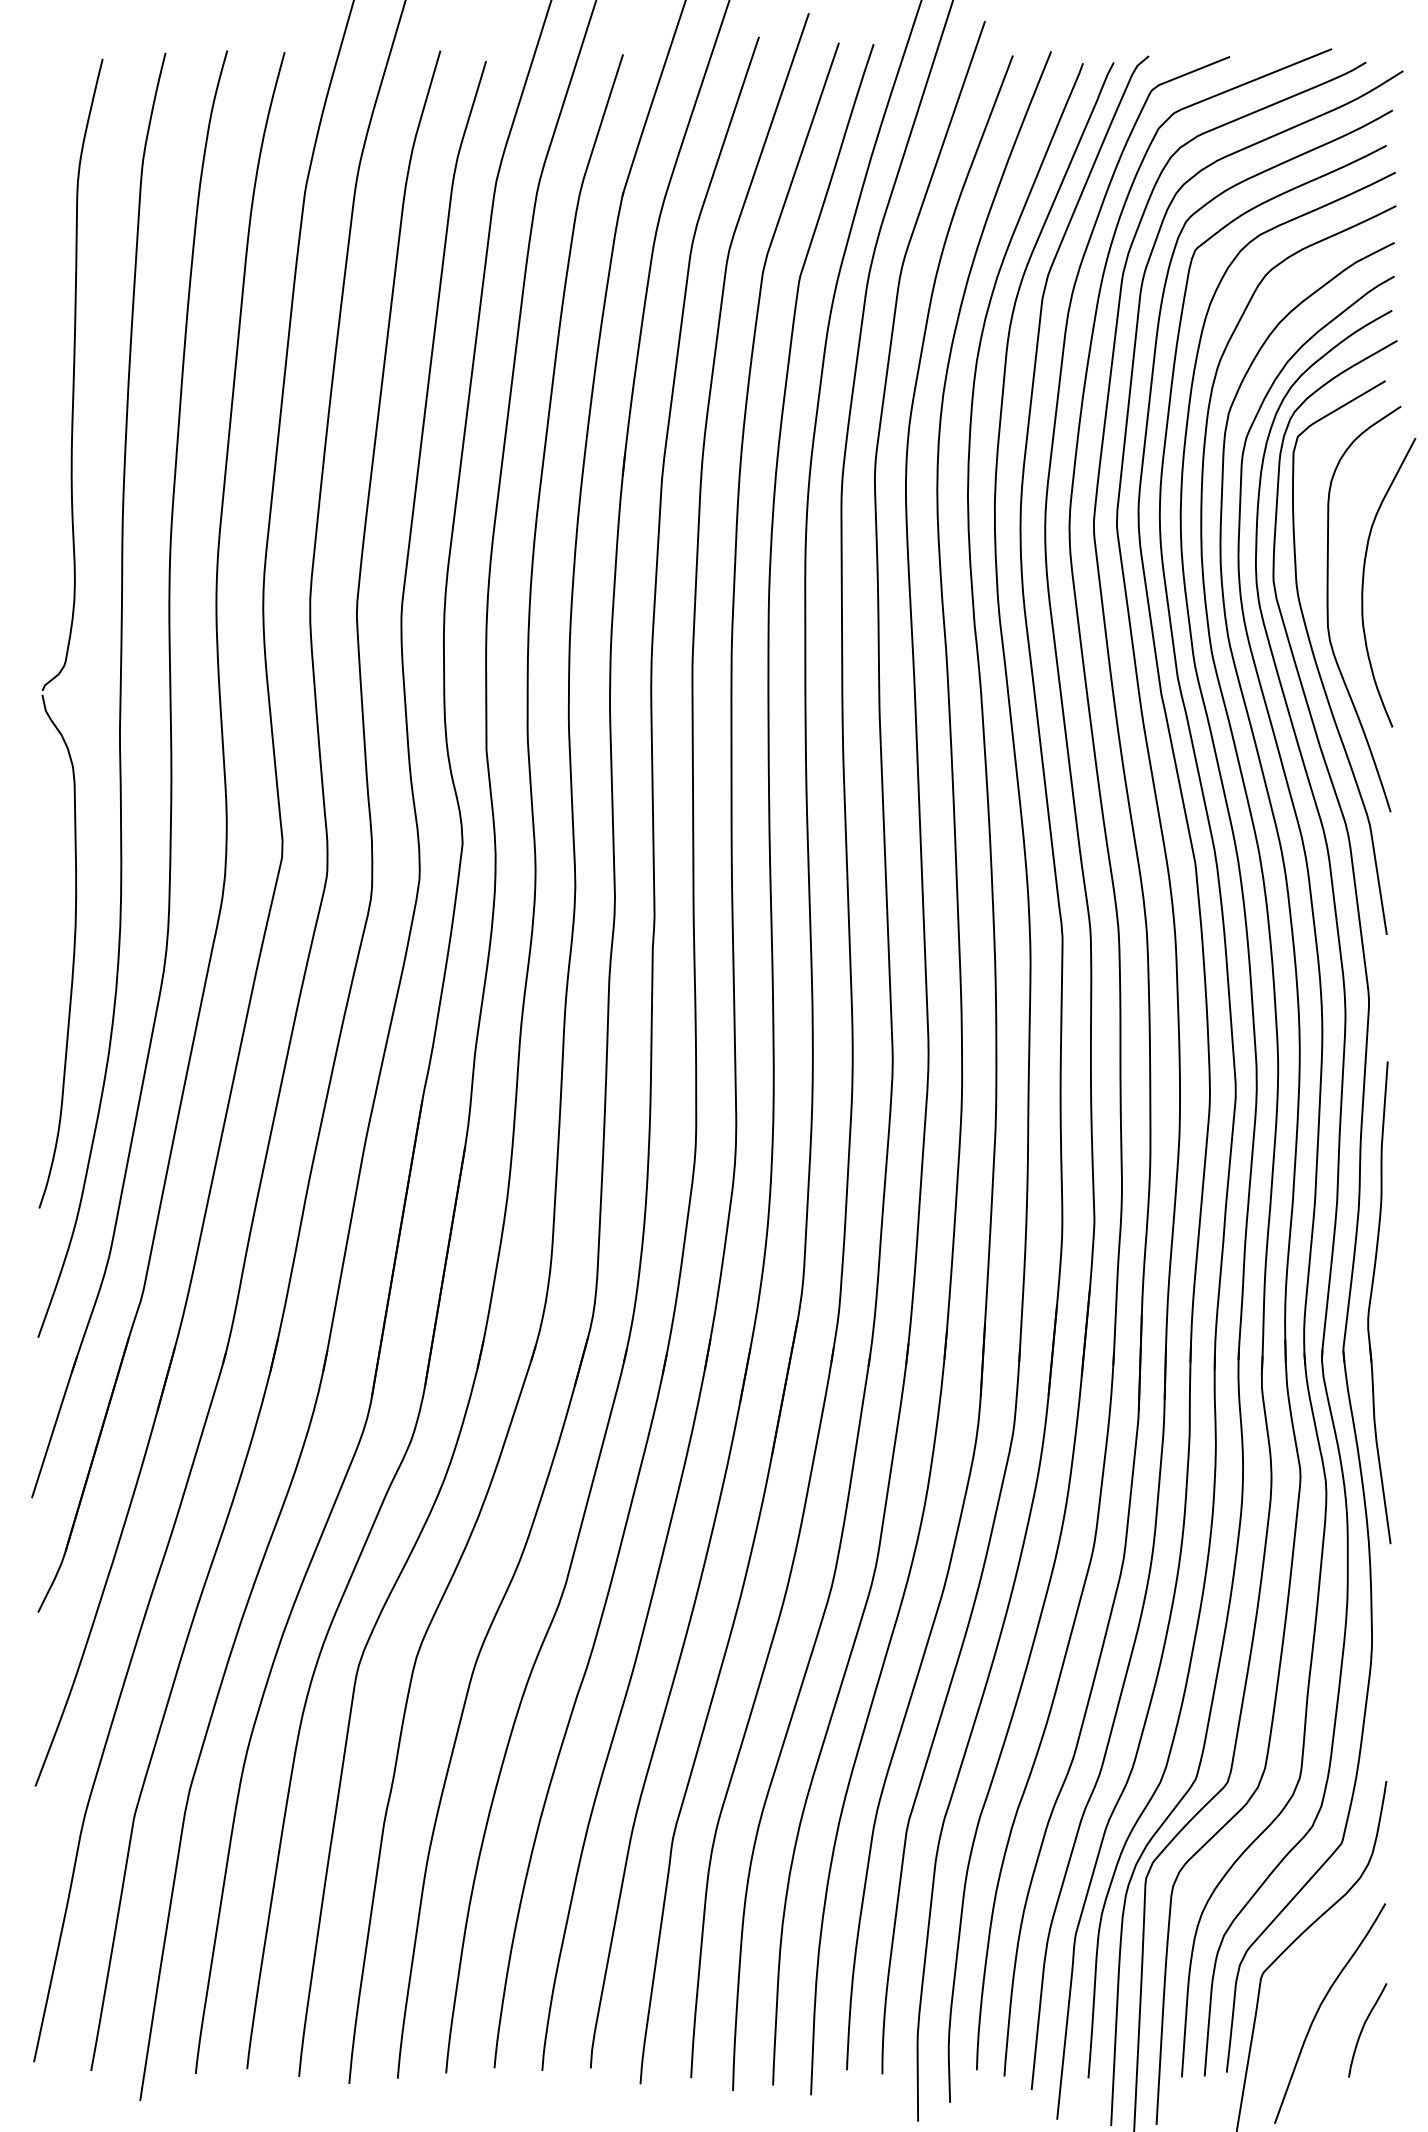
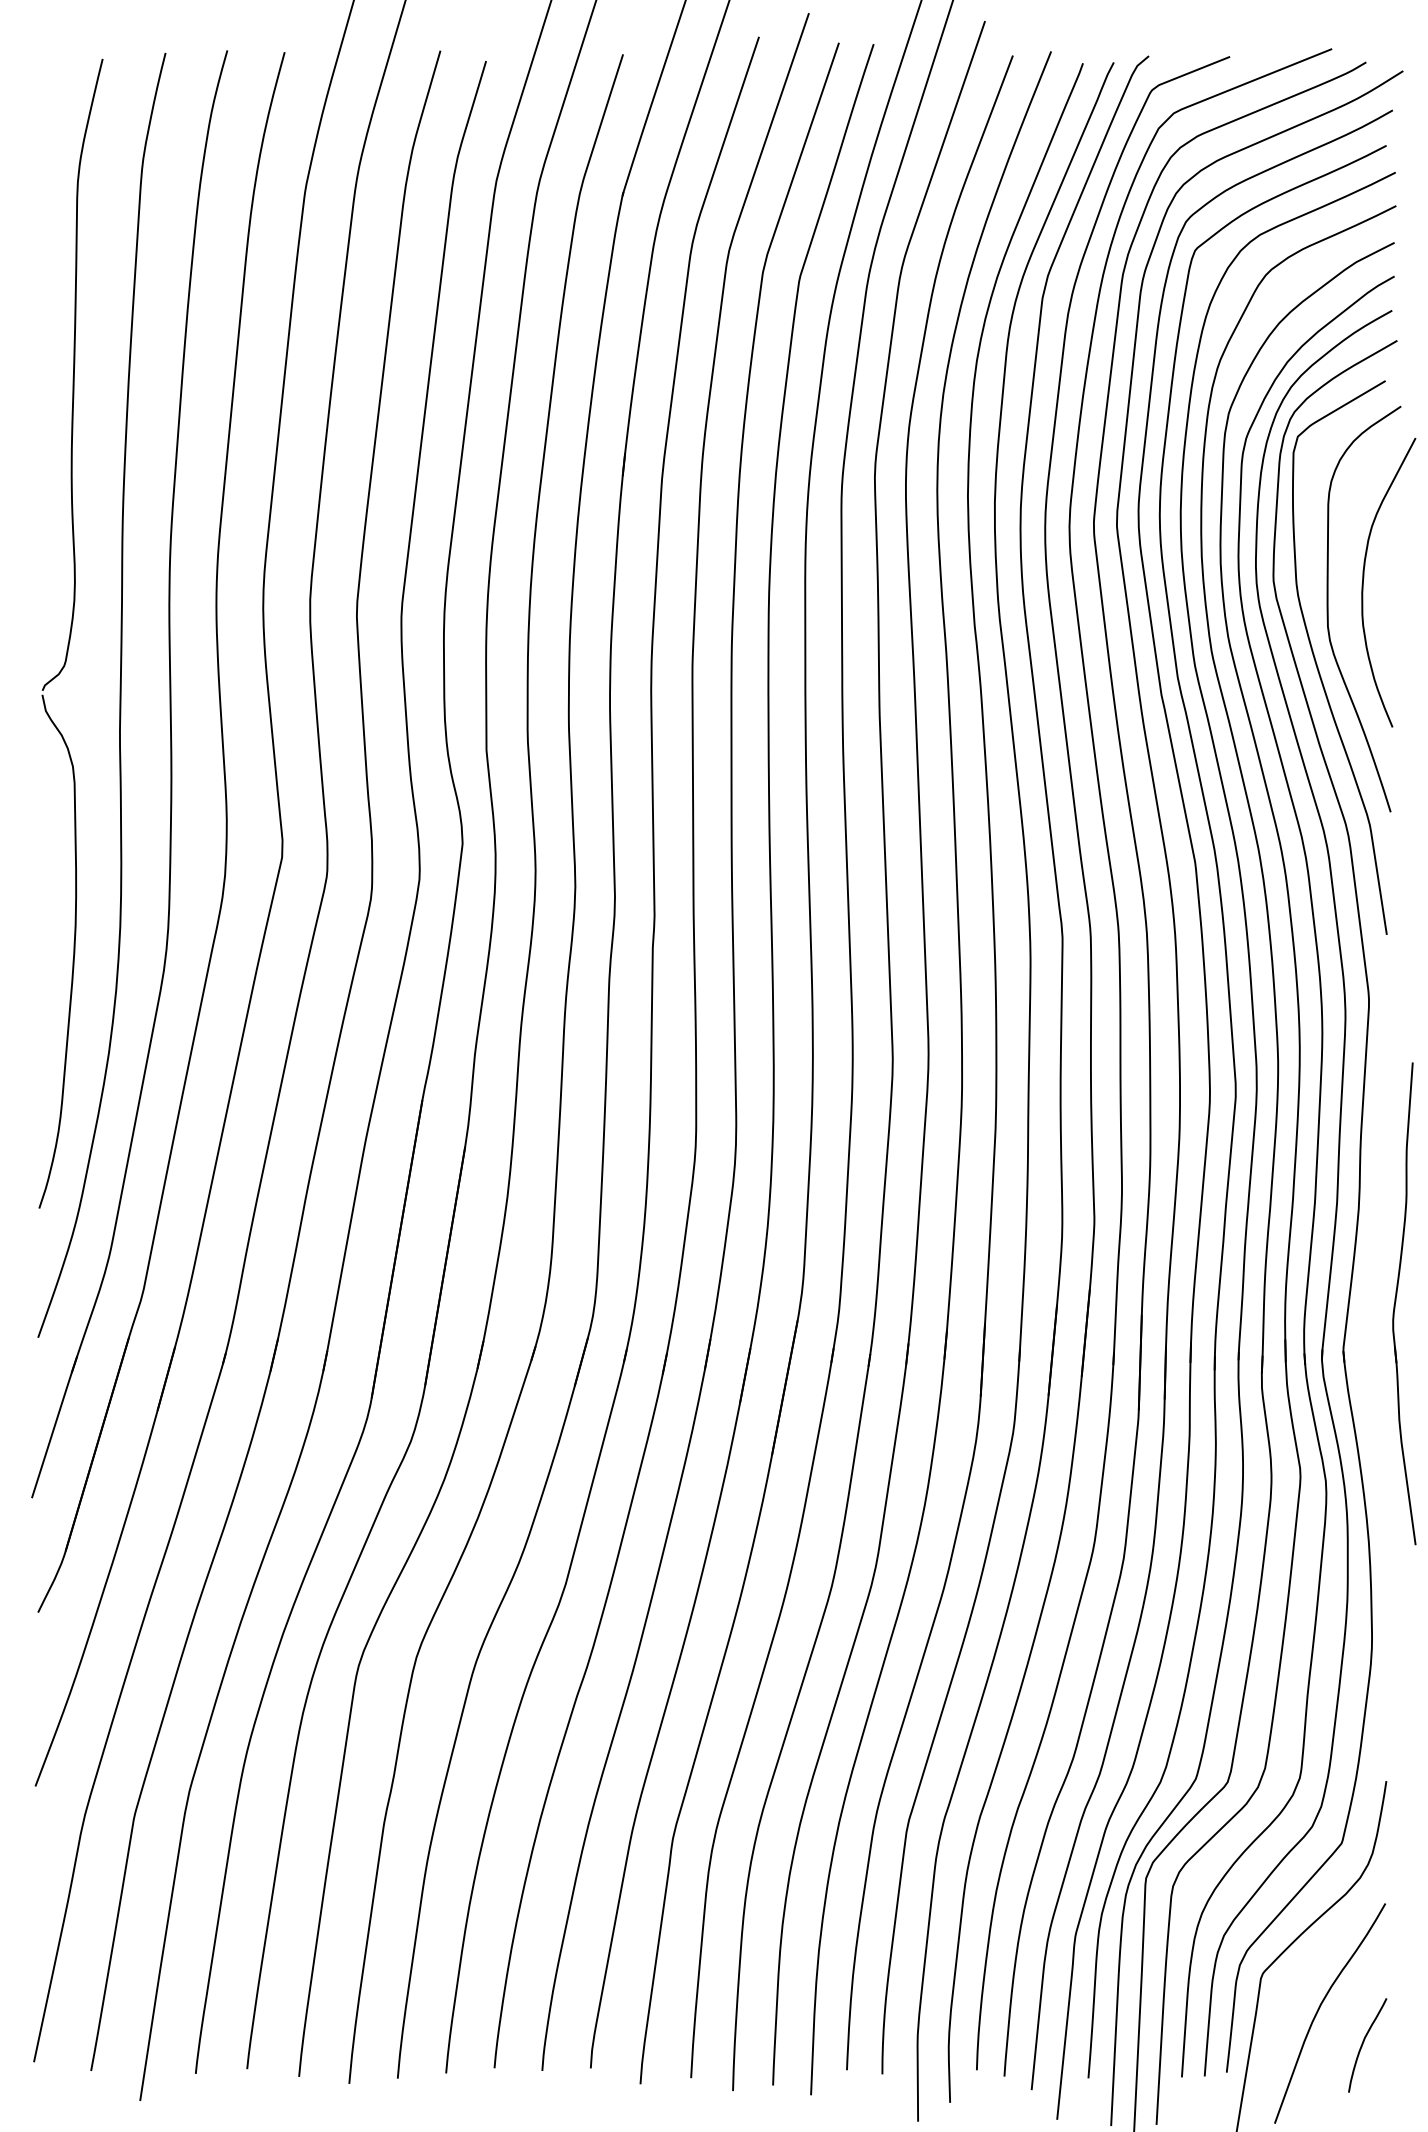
part at (1371, 1300) position: (1371, 1300) -> (1396, 1301)
curve at (1363, 2029) position: (1363, 2029) -> (1363, 2044)
